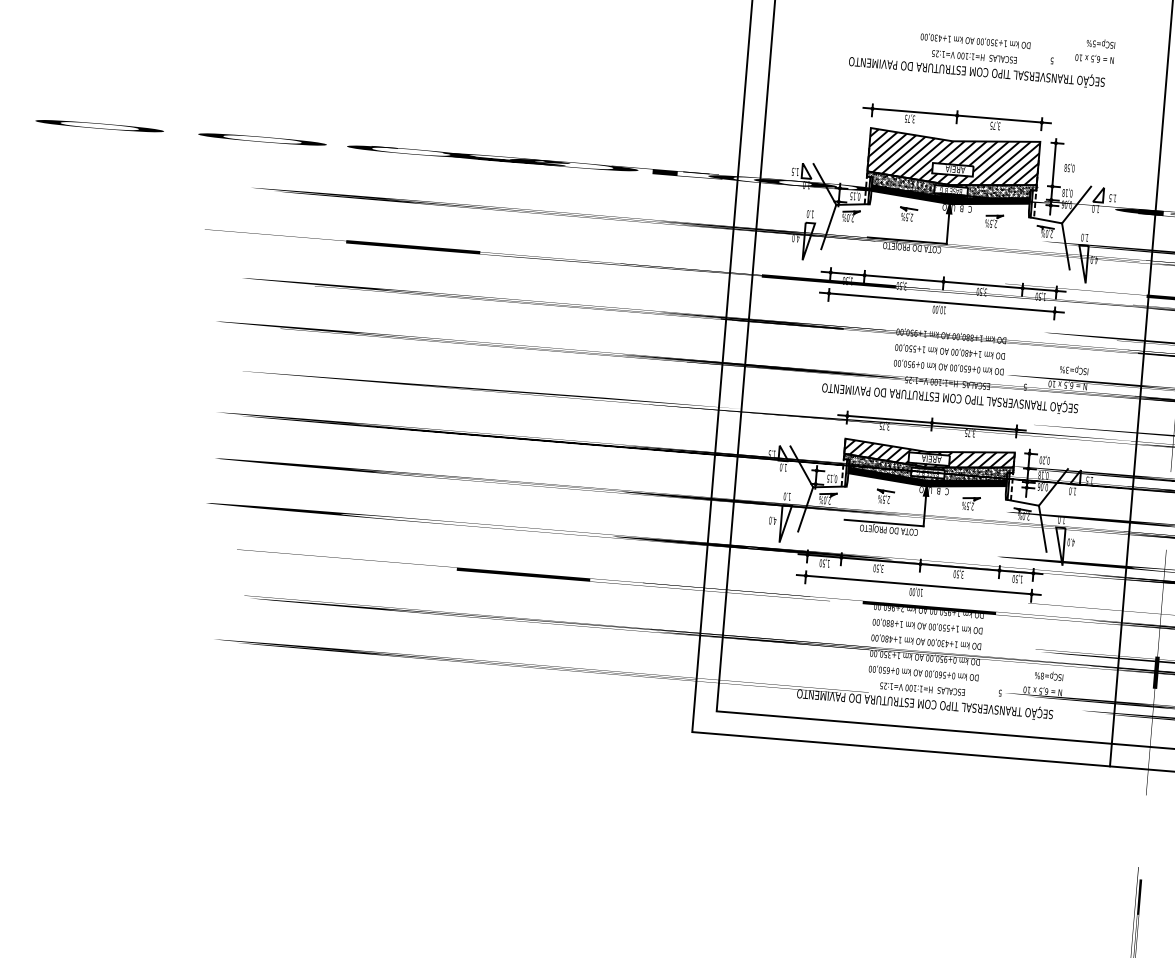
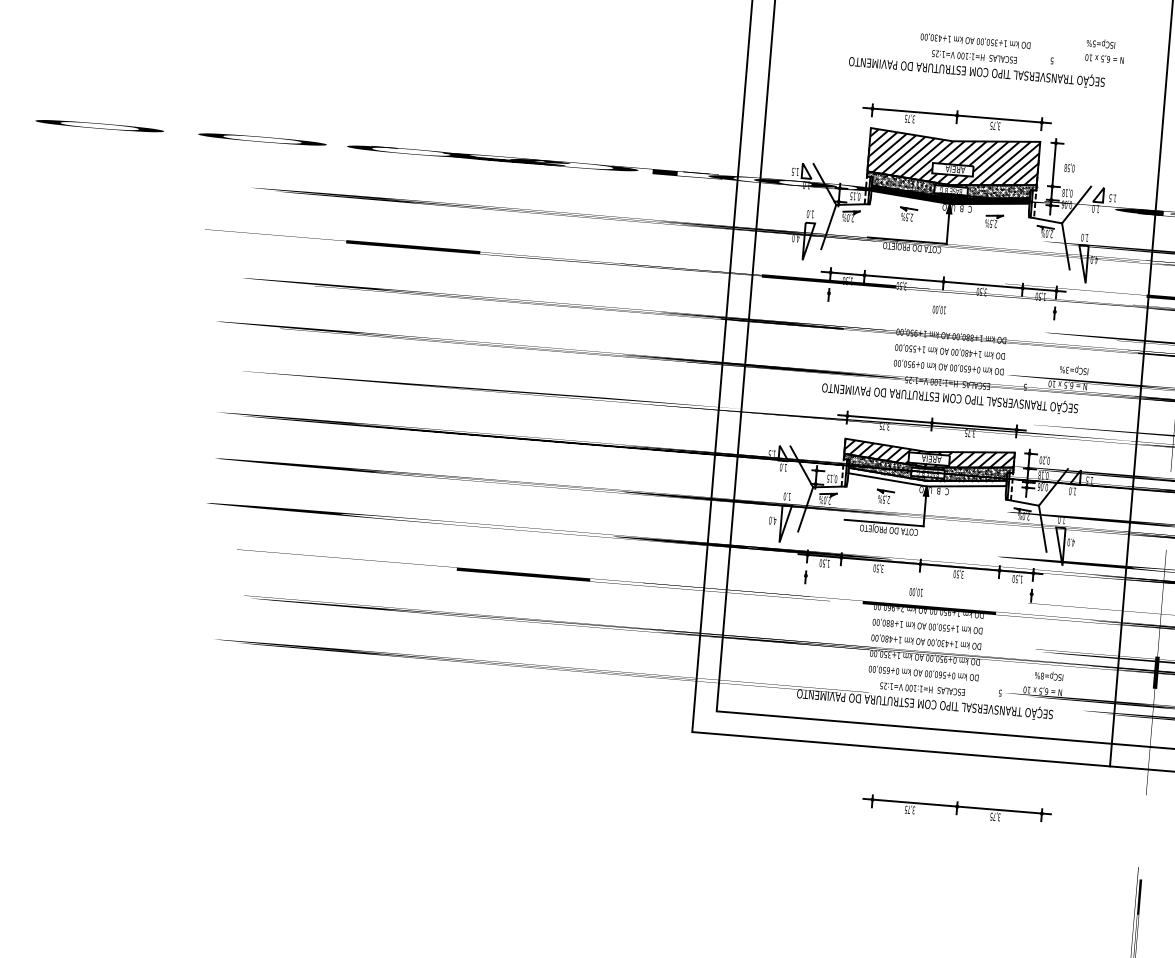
text at (1094, 58) position: (1094, 58) -> (1104, 58)
line at (941, 302): present -> none
fill at (927, 476): present -> none
part at (971, 503): present -> none
line at (918, 584): present -> none
part at (956, 807): none -> present
